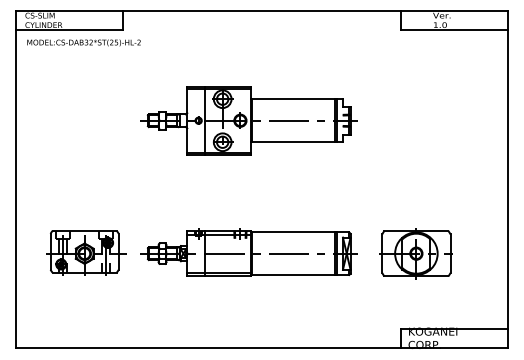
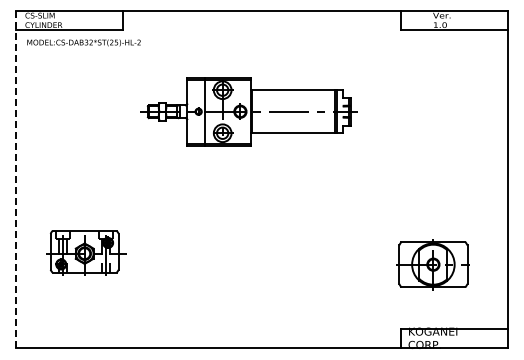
part at (248, 120) position: (248, 120) -> (248, 111)
line at (15, 179): solid -> dashed
part at (248, 252): present -> none
part at (415, 253) position: (415, 253) -> (432, 264)
